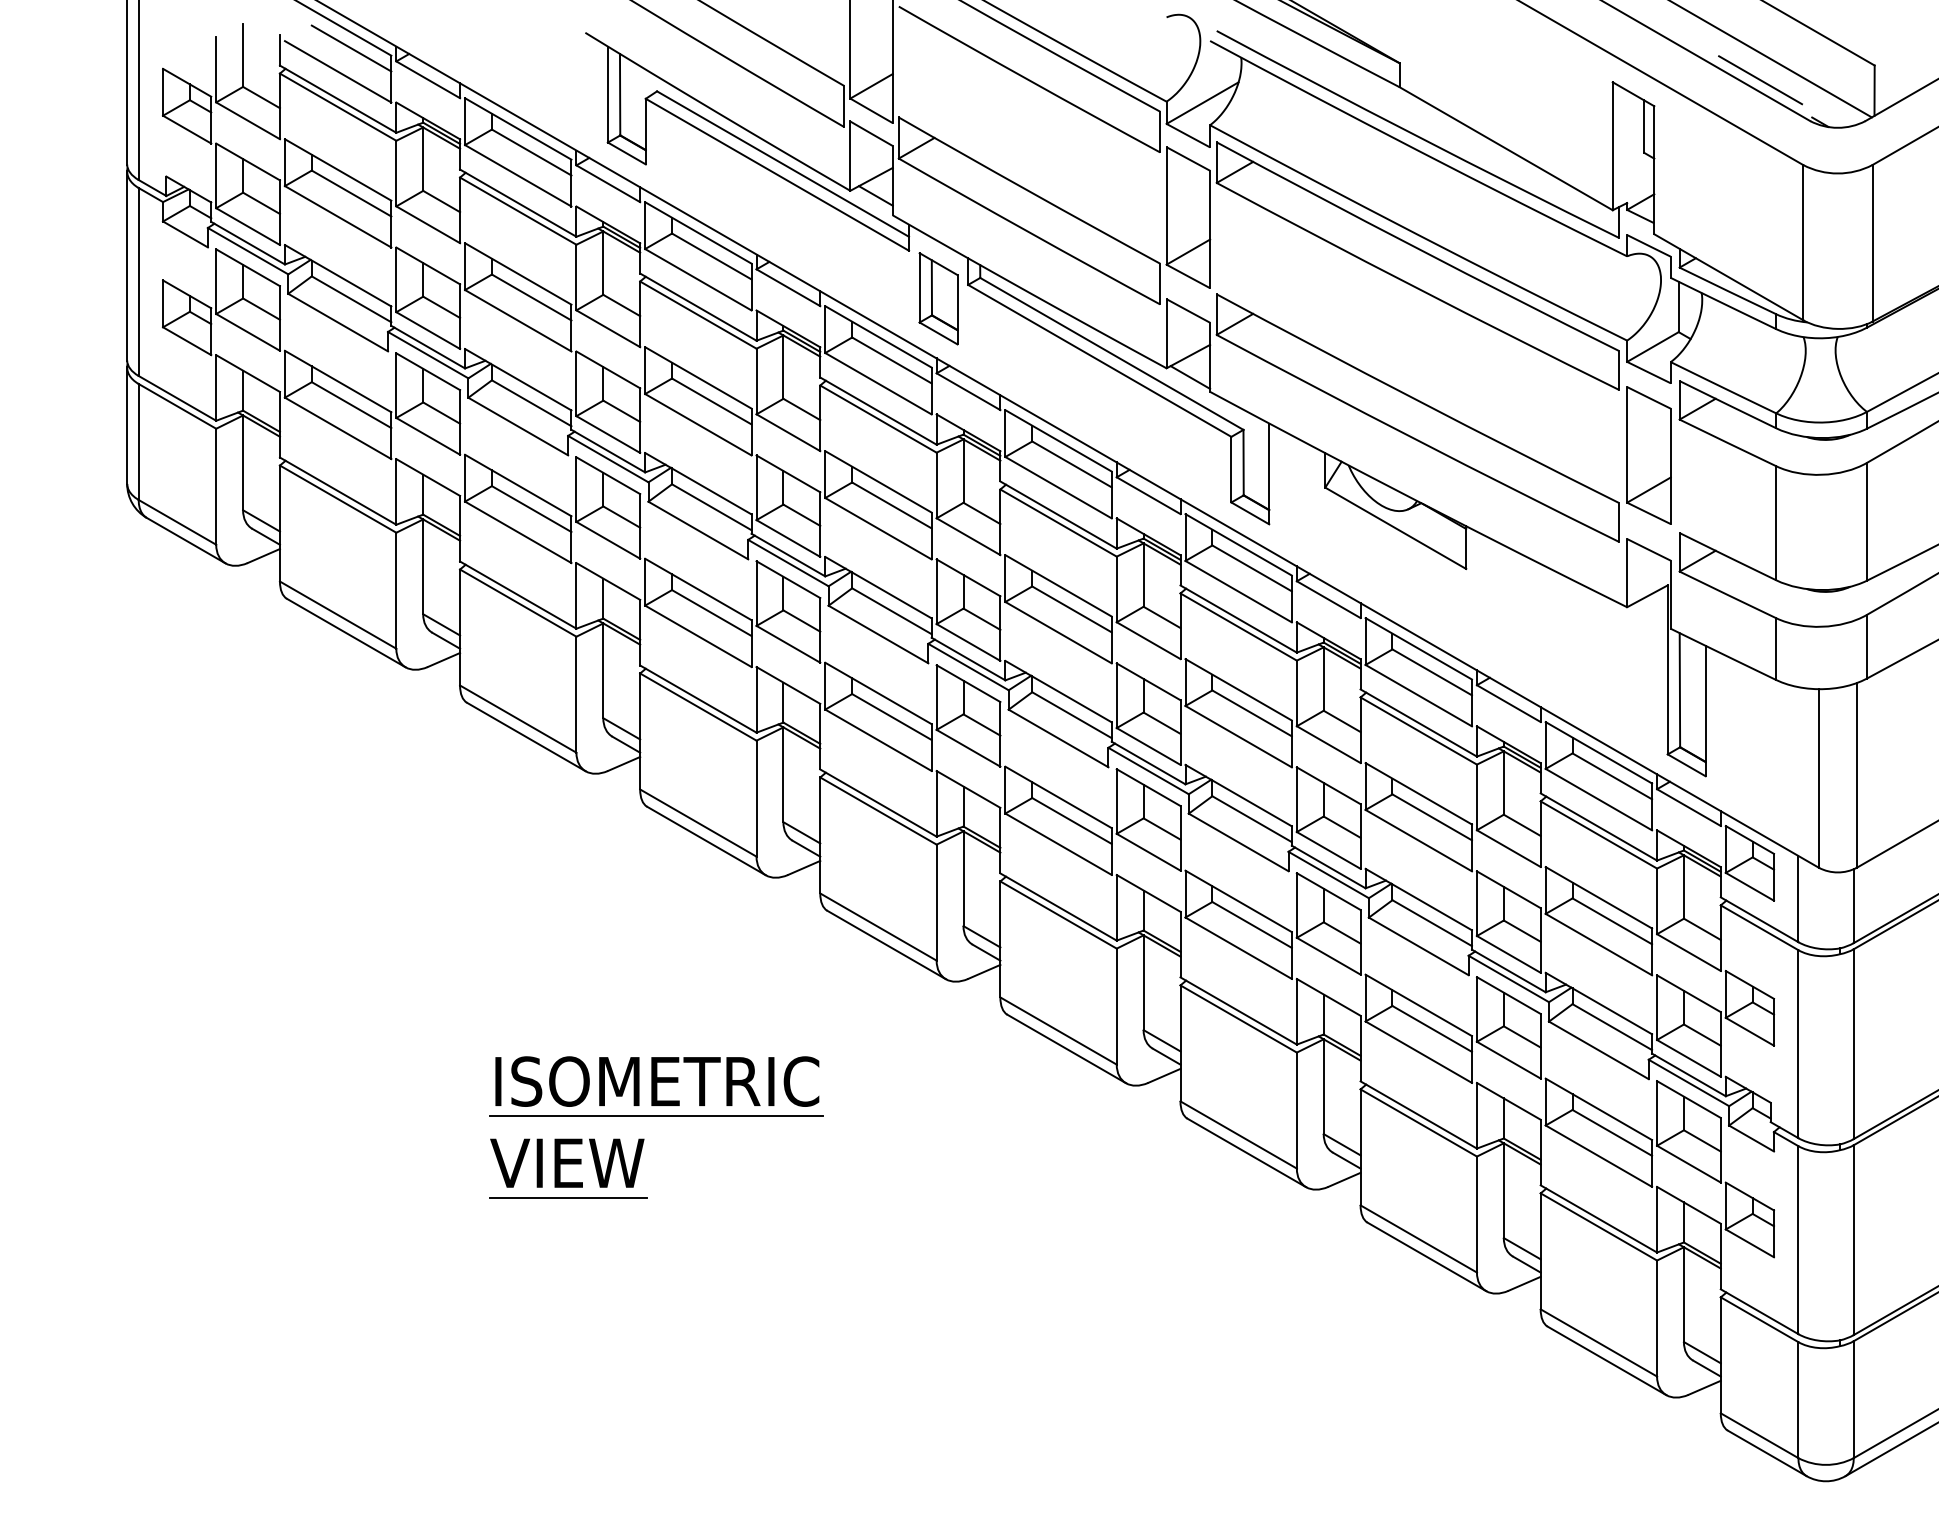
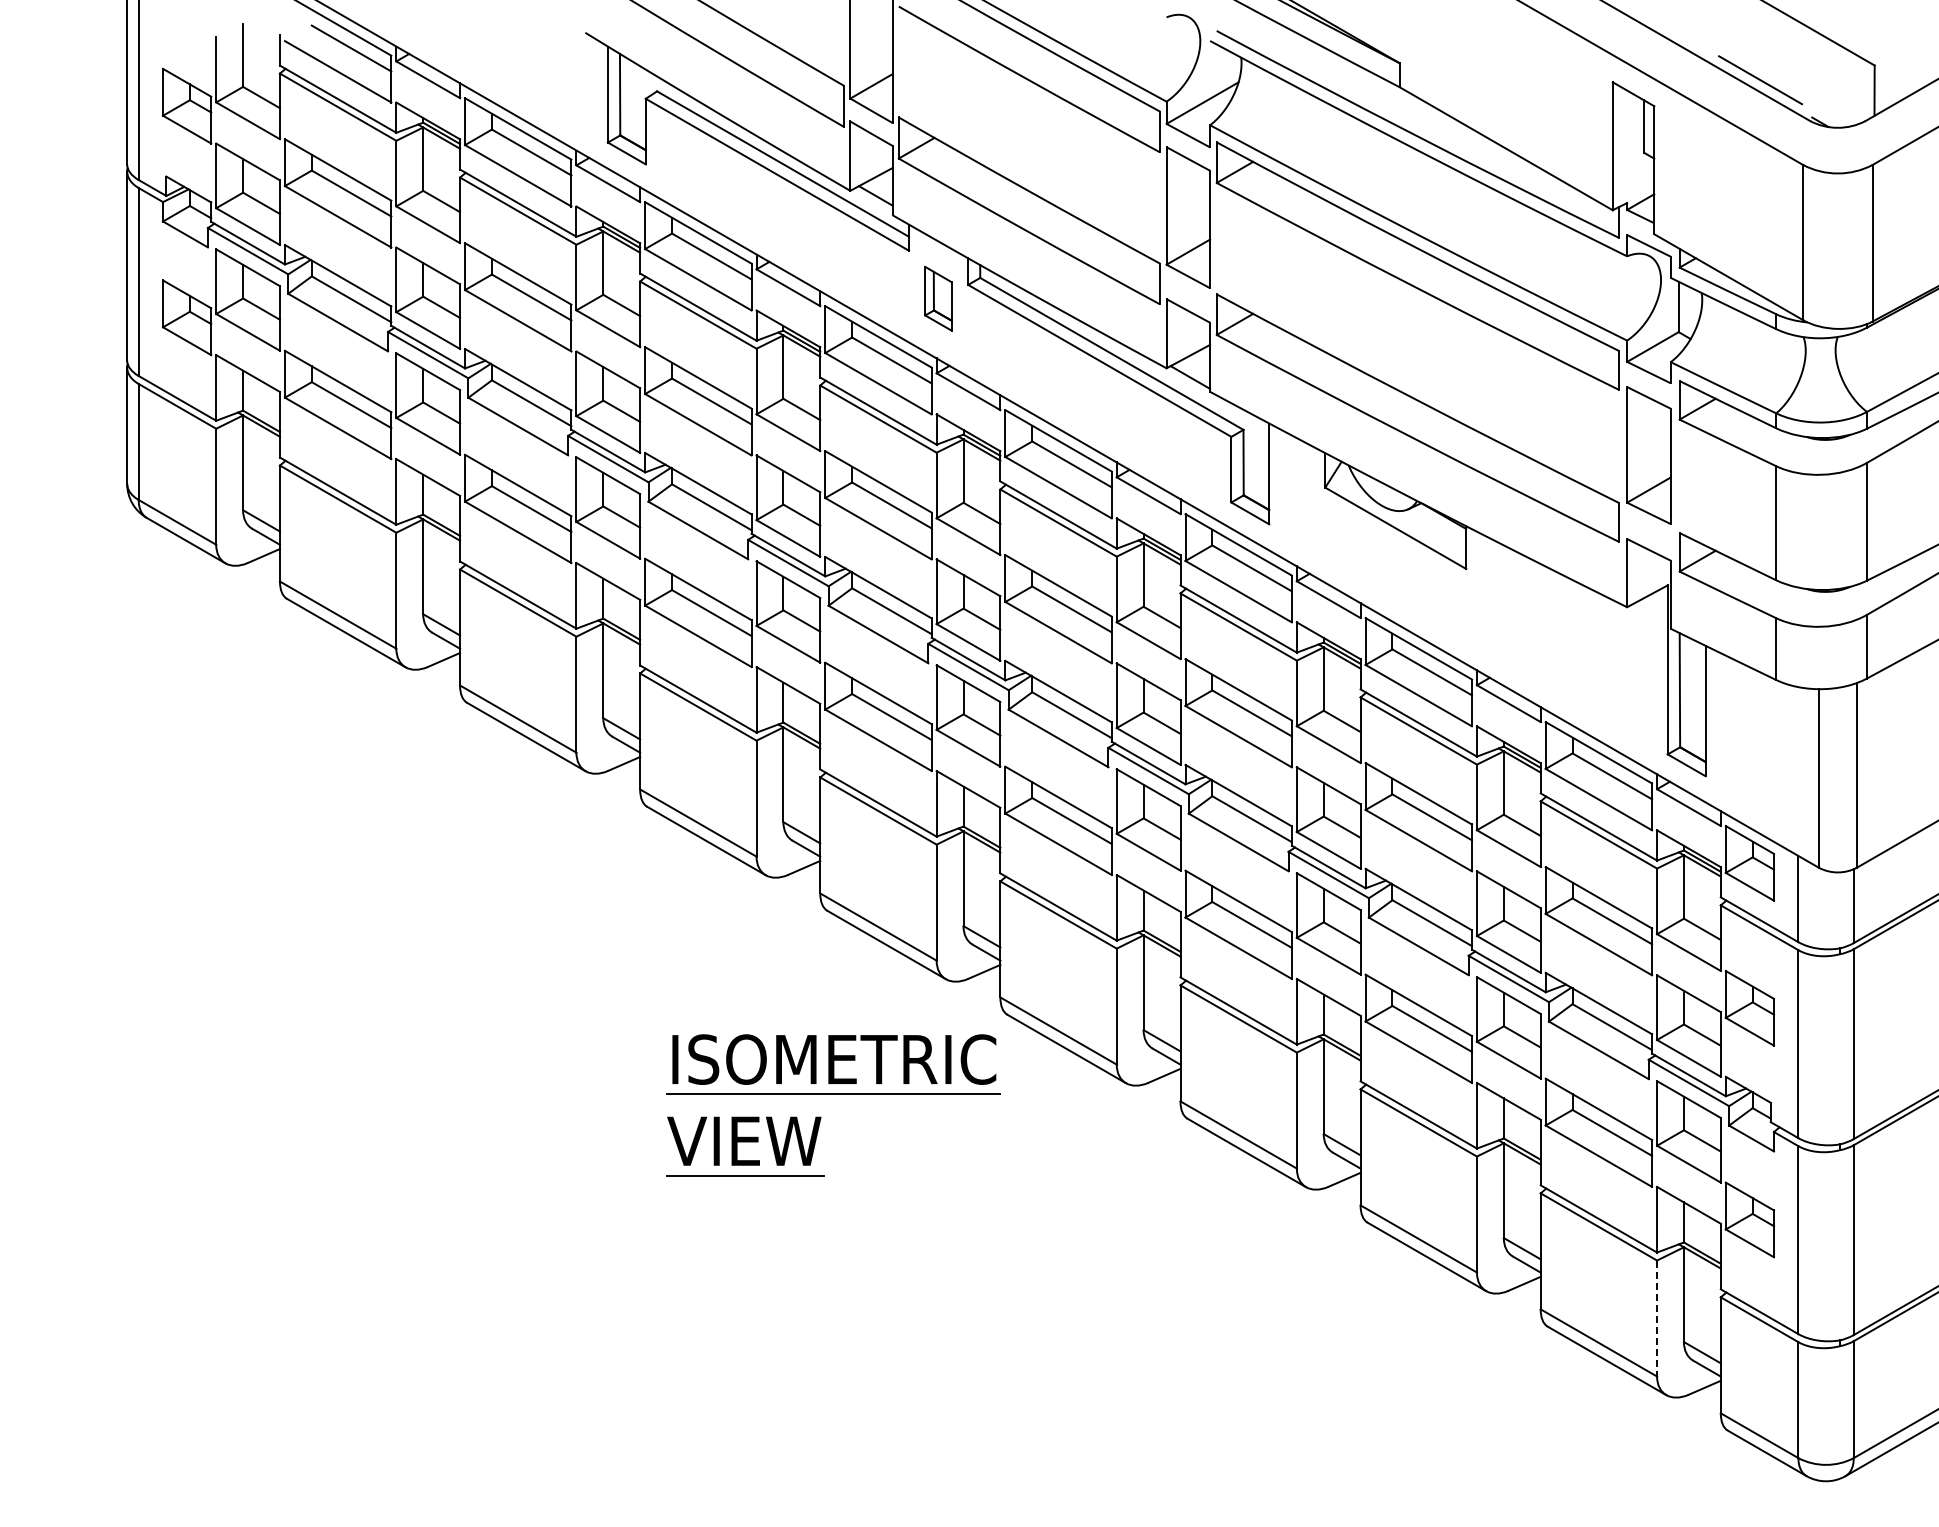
line at (1771, 59): present -> none
part at (938, 298) size: 41x94 px -> 29x66 px
part at (656, 1116) position: (656, 1116) -> (833, 1094)
line at (1657, 1318): solid -> dashed
